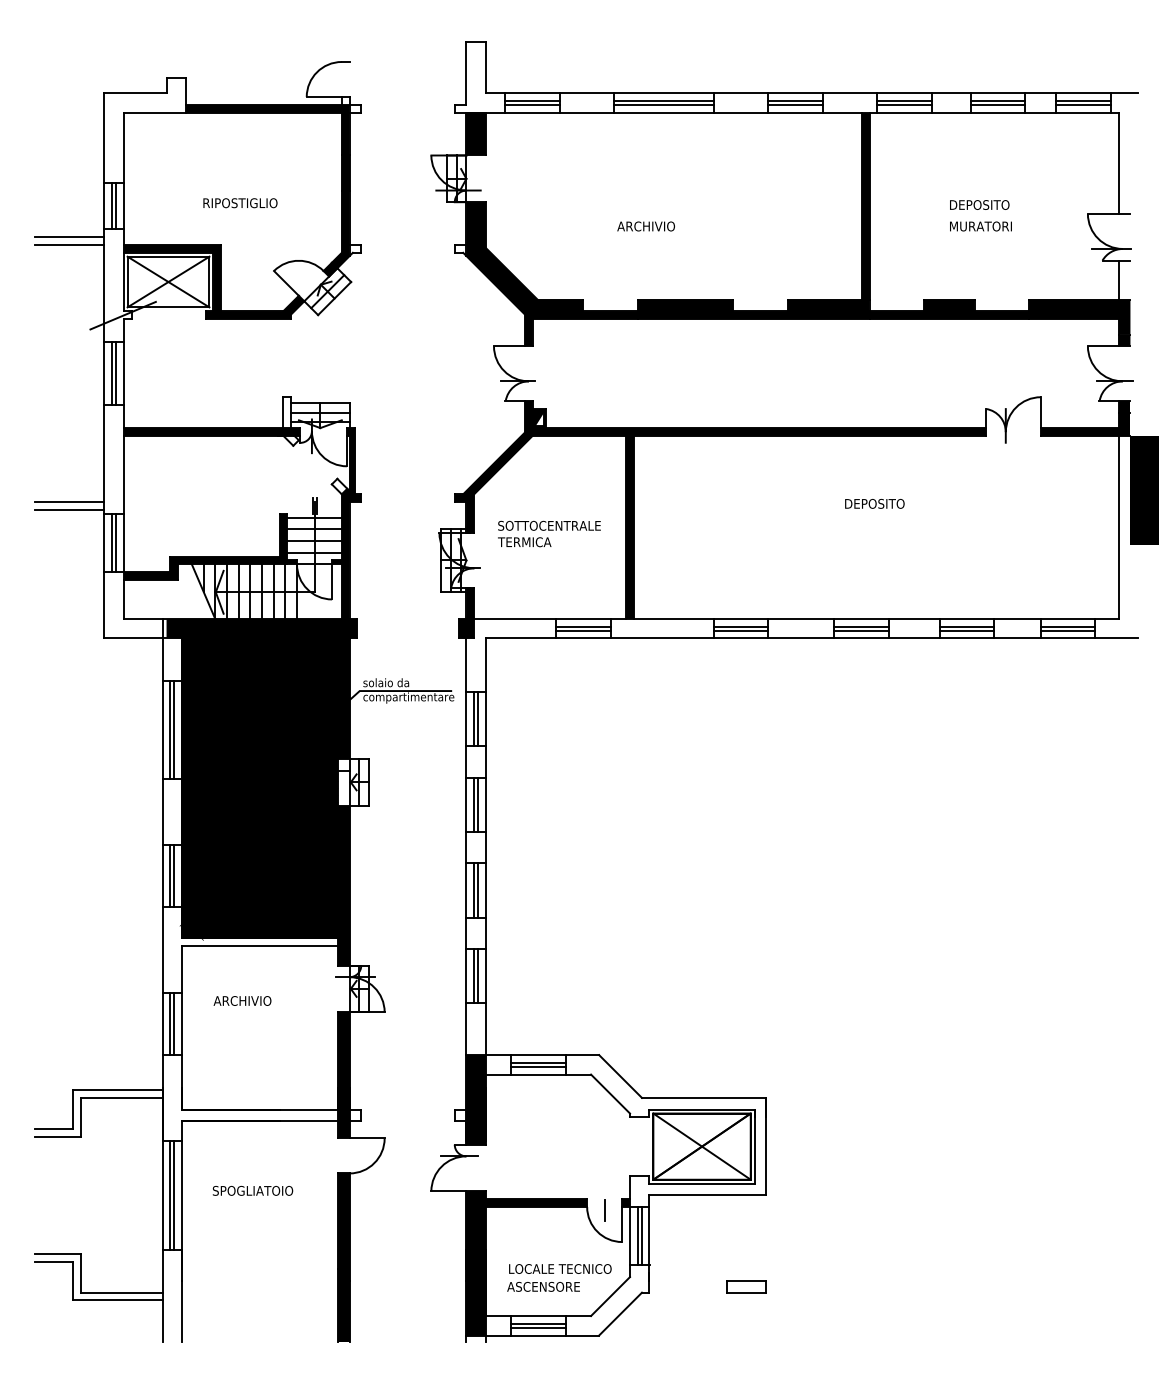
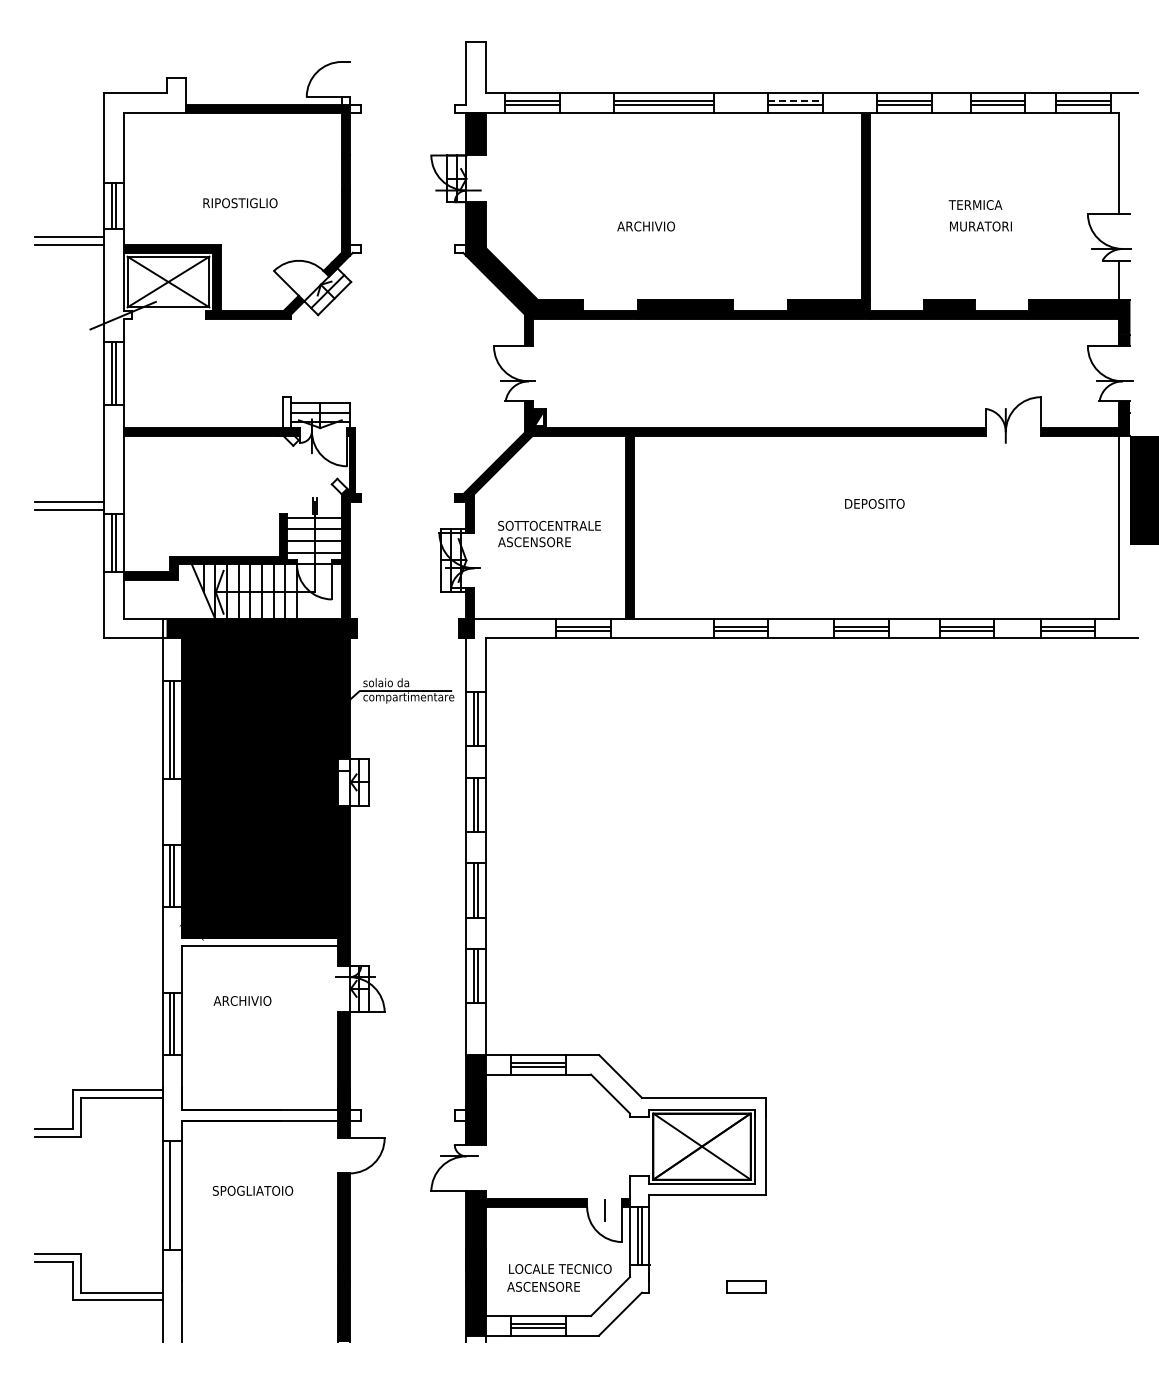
line at (796, 100): solid -> dashed
text at (978, 204): DEPOSITO -> TERMICA
text at (534, 542): TERMICA -> ASCENSORE
line at (174, 1194): present -> none
